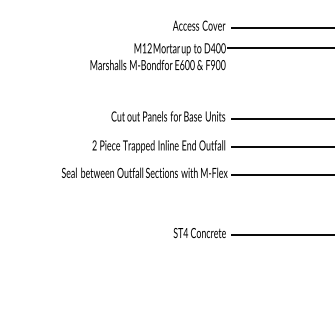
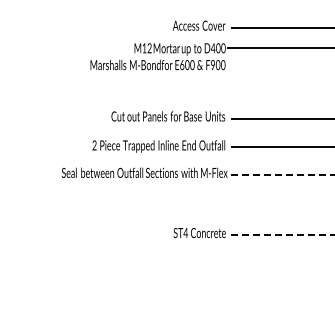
line at (282, 174): solid -> dashed
line at (282, 235): solid -> dashed
